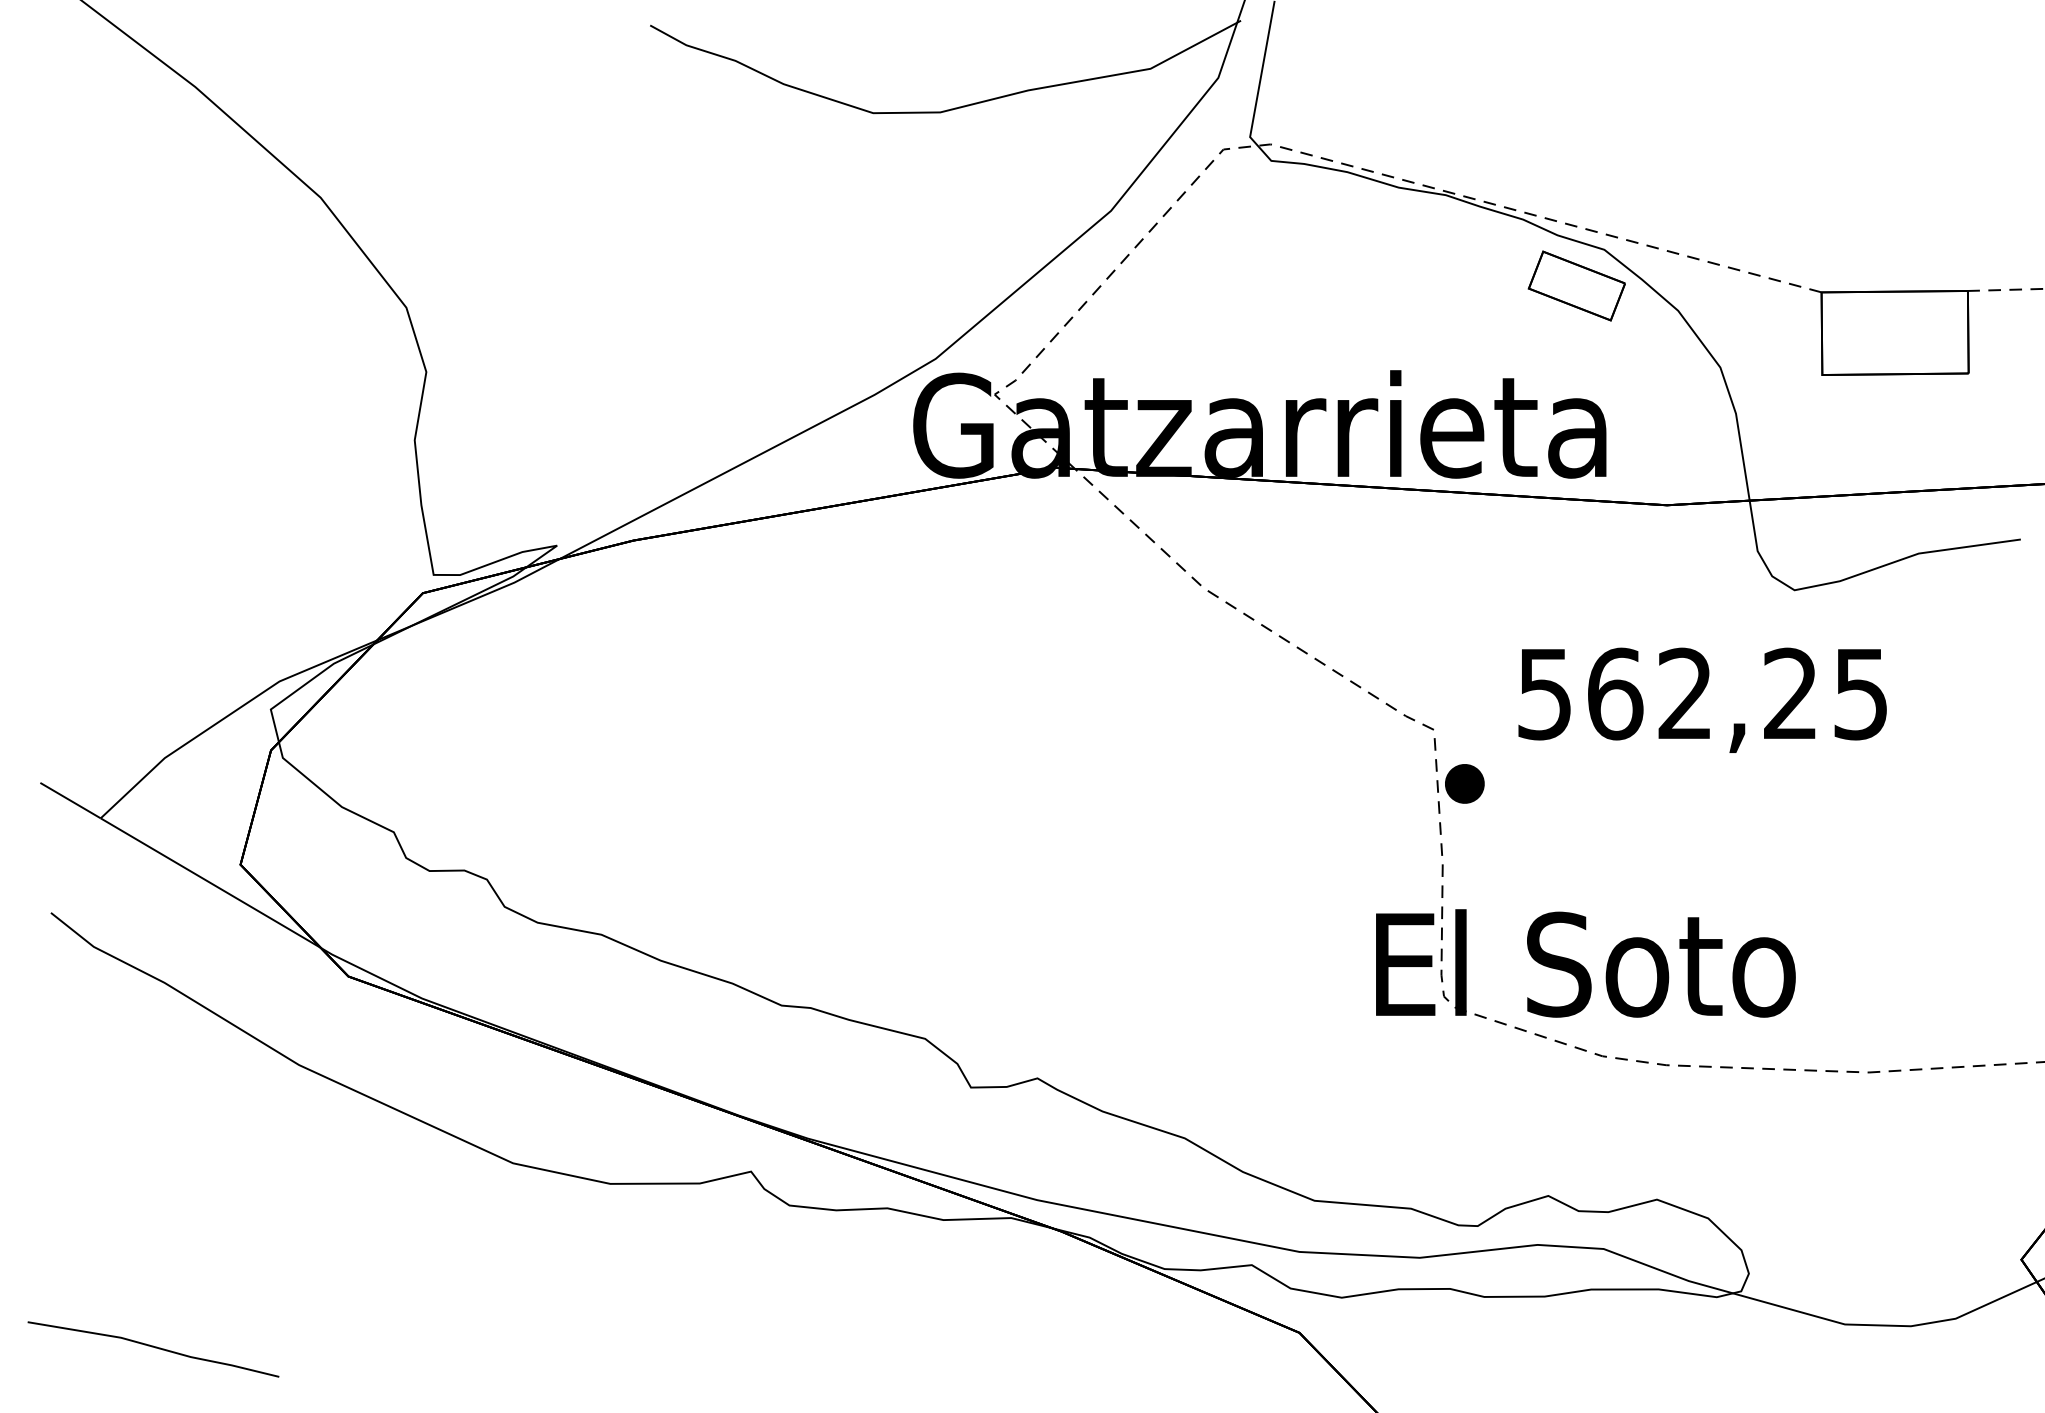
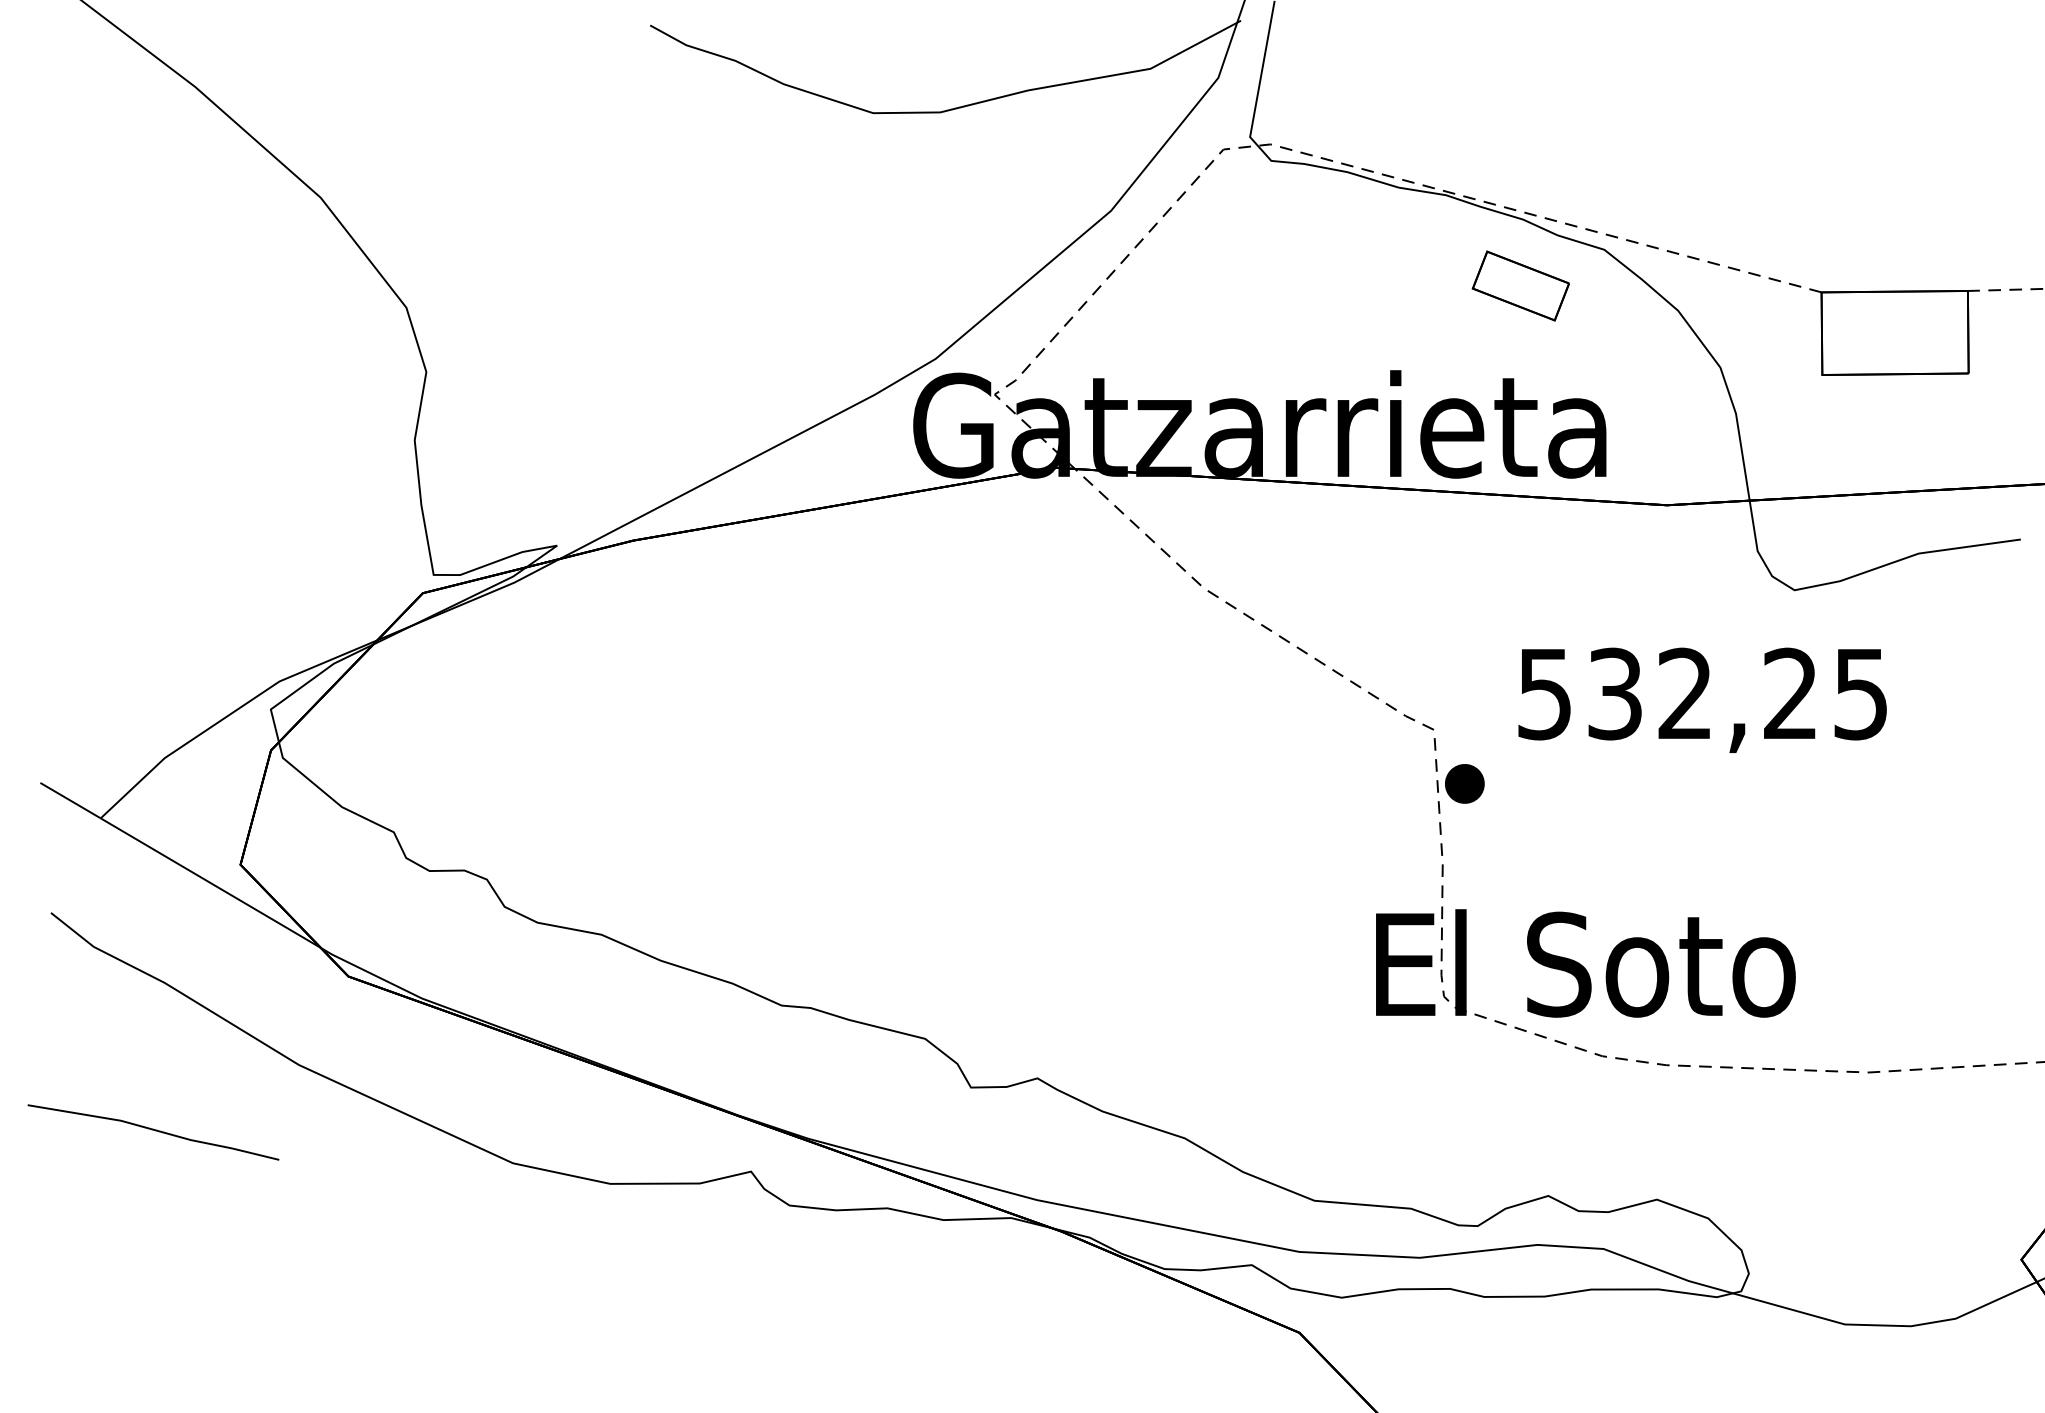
part at (1576, 285) position: (1576, 285) -> (1520, 285)
text at (1615, 693): 562,25 -> 532,25
line at (153, 1347) position: (153, 1347) -> (153, 1130)
